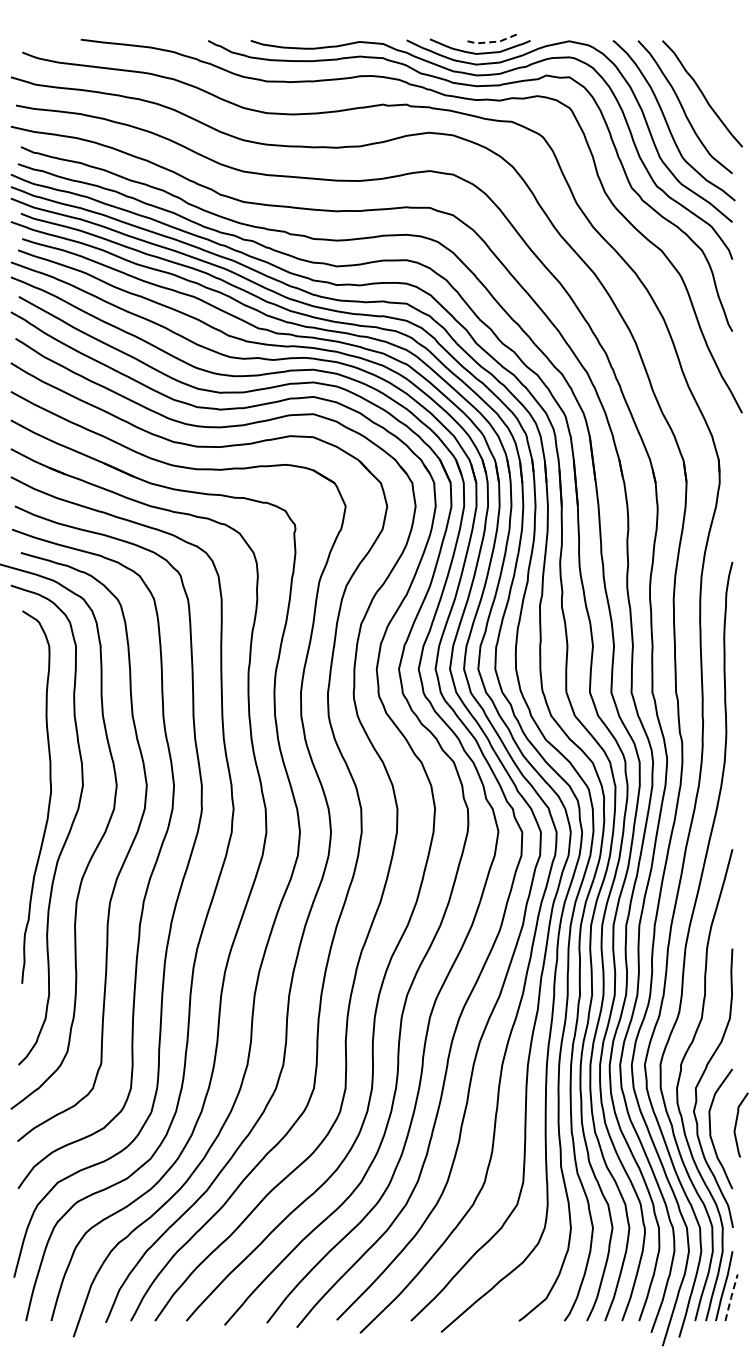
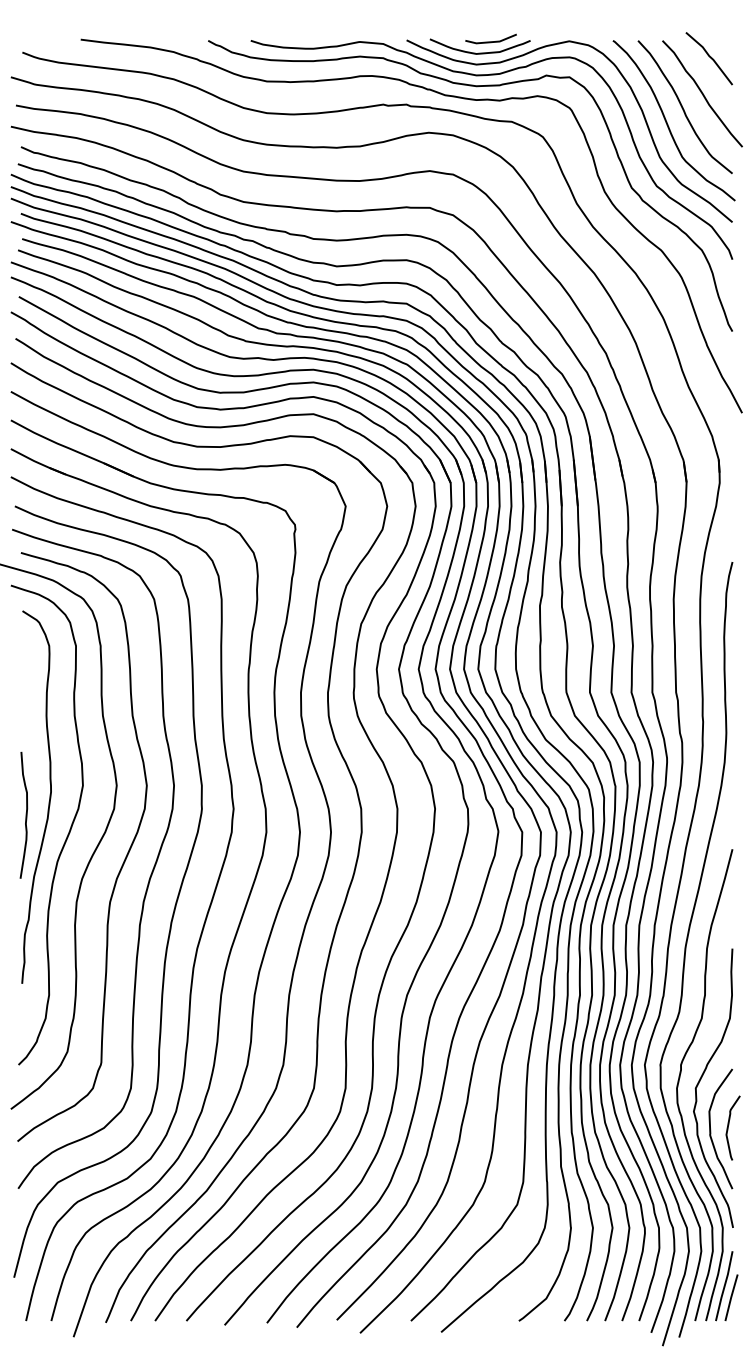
line at (491, 42): dashed -> solid
line at (709, 57): none -> present
curve at (25, 814): none -> present
curve at (737, 1122) position: (737, 1122) -> (729, 1125)
line at (731, 1297): dashed -> solid
